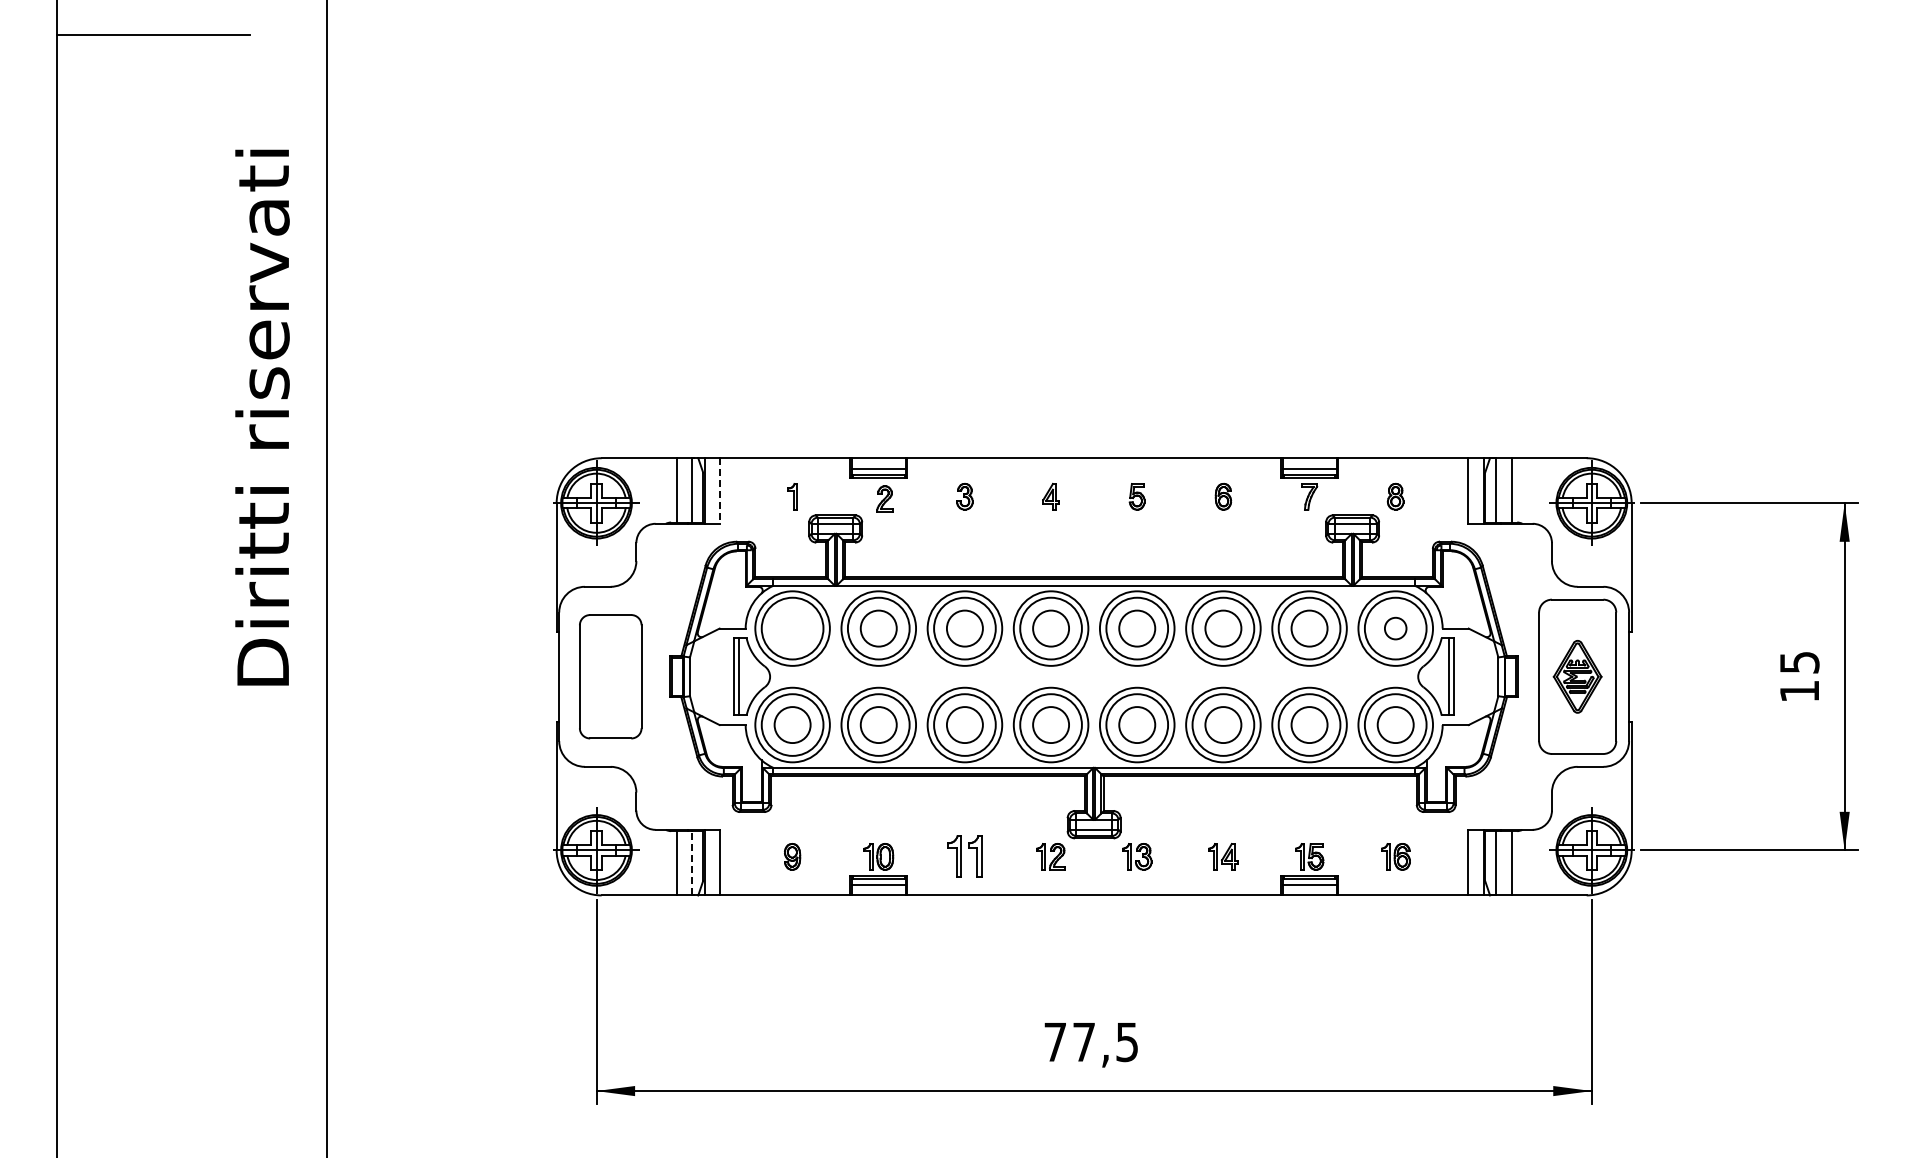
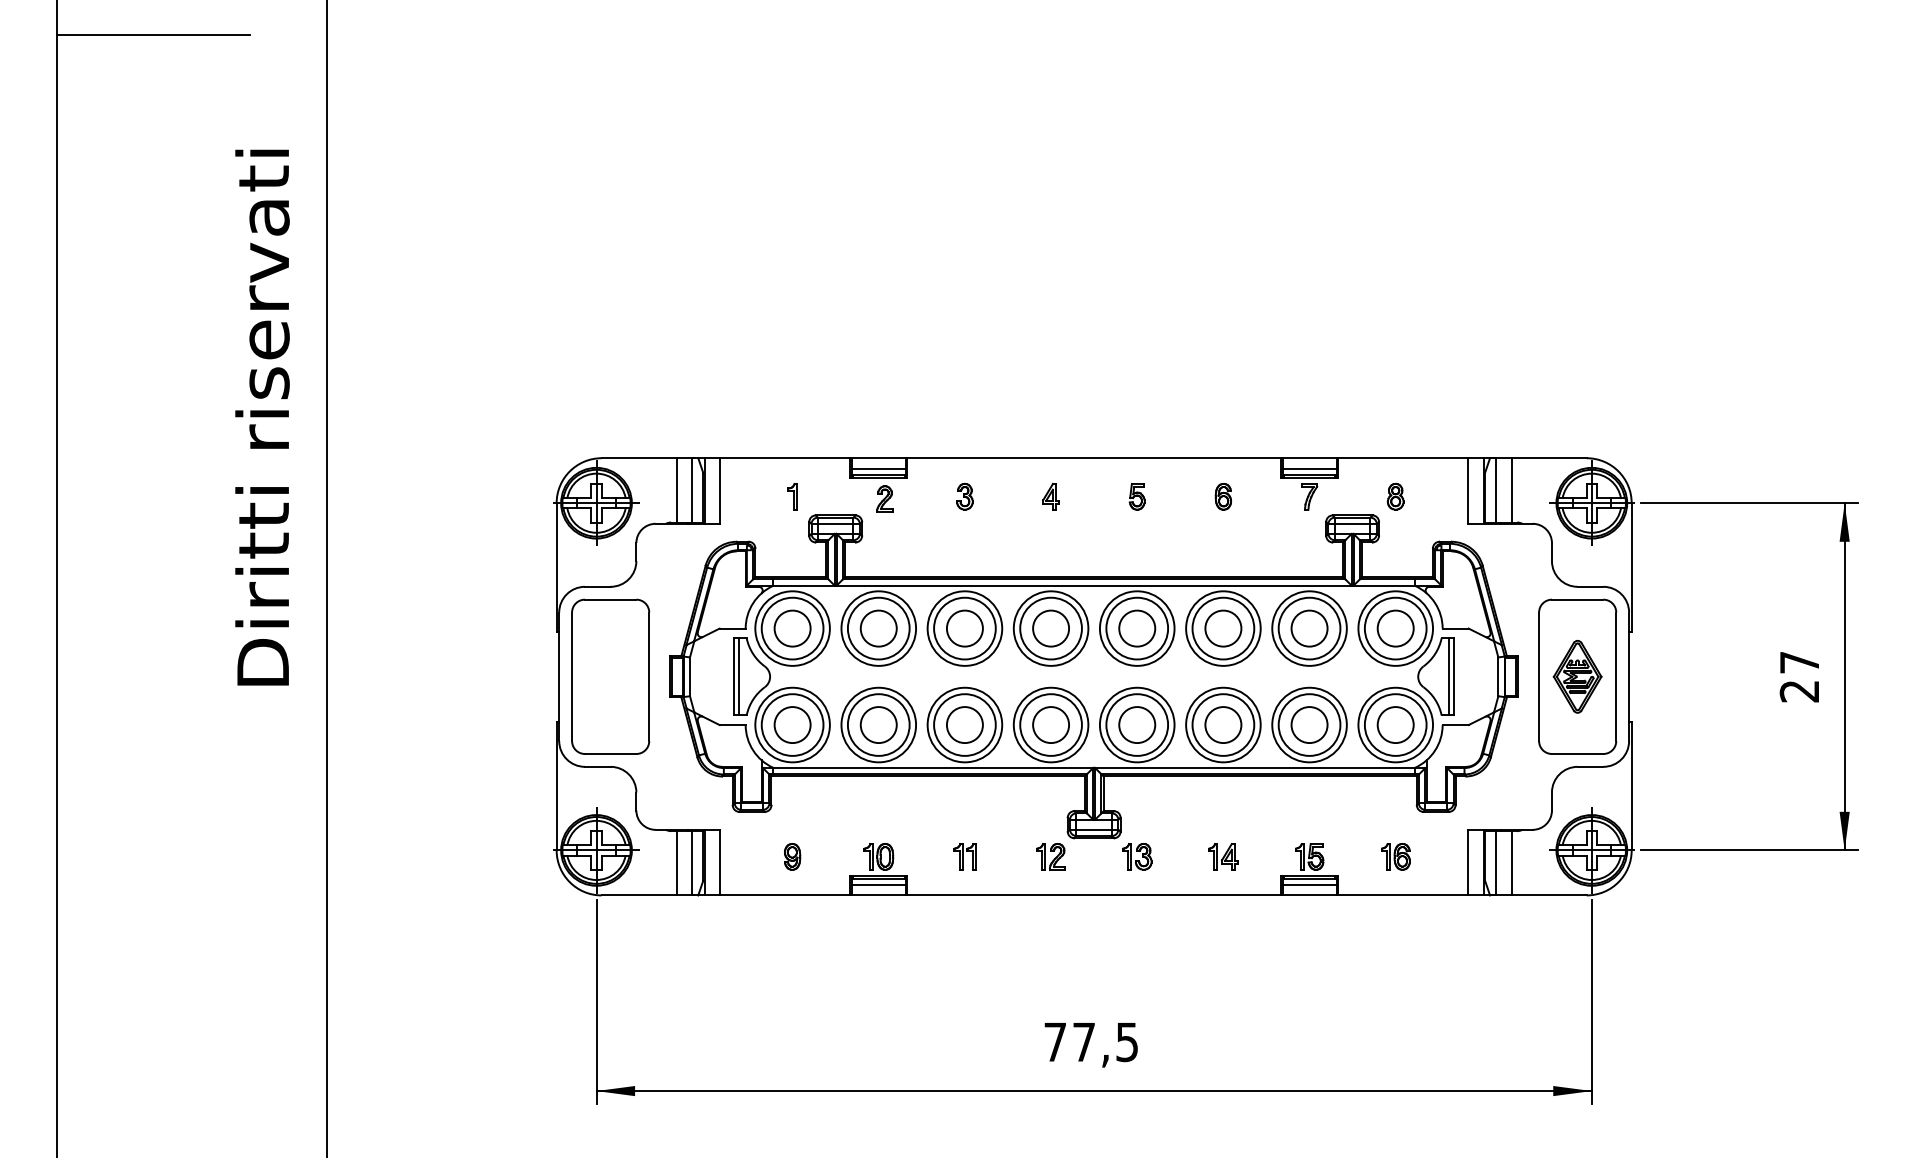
line at (719, 491): dashed -> solid
circle at (792, 628): none -> present
circle at (1395, 628) diameter: 22 px -> 36 px
part at (610, 676) size: 64x126 px -> 80x157 px
text at (1799, 677): 15 -> 27
part at (964, 856) size: 36x43 px -> 24x28 px
line at (691, 862): dashed -> solid
